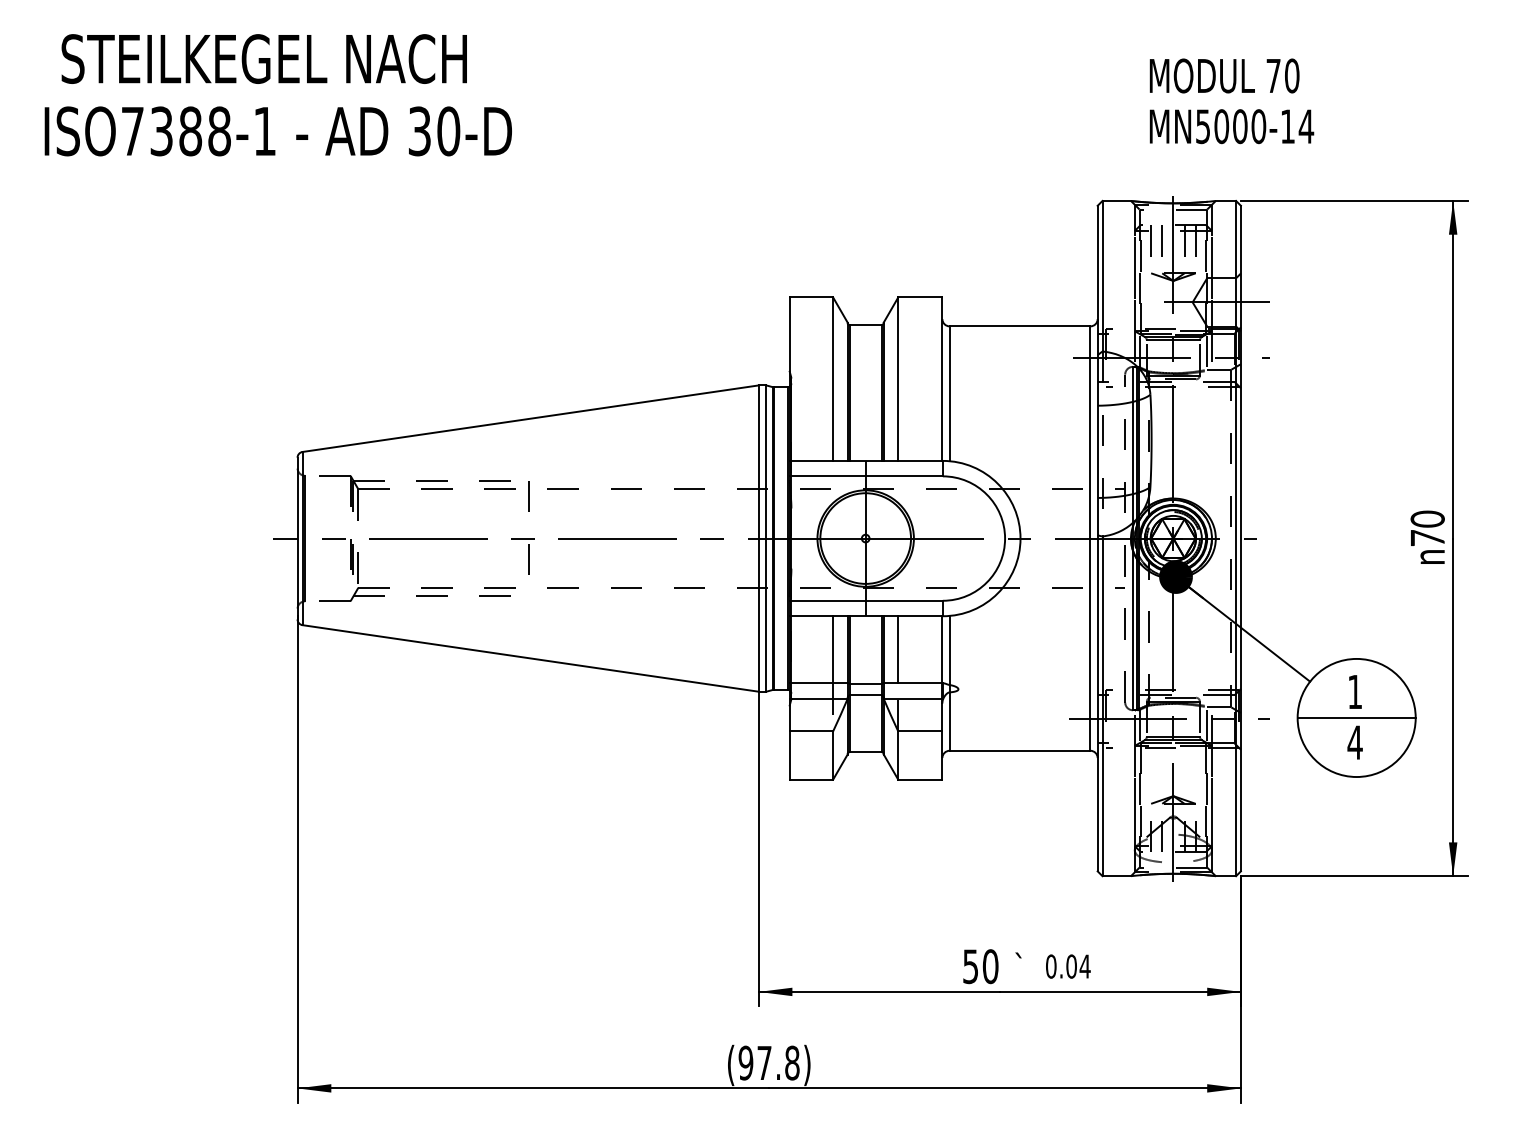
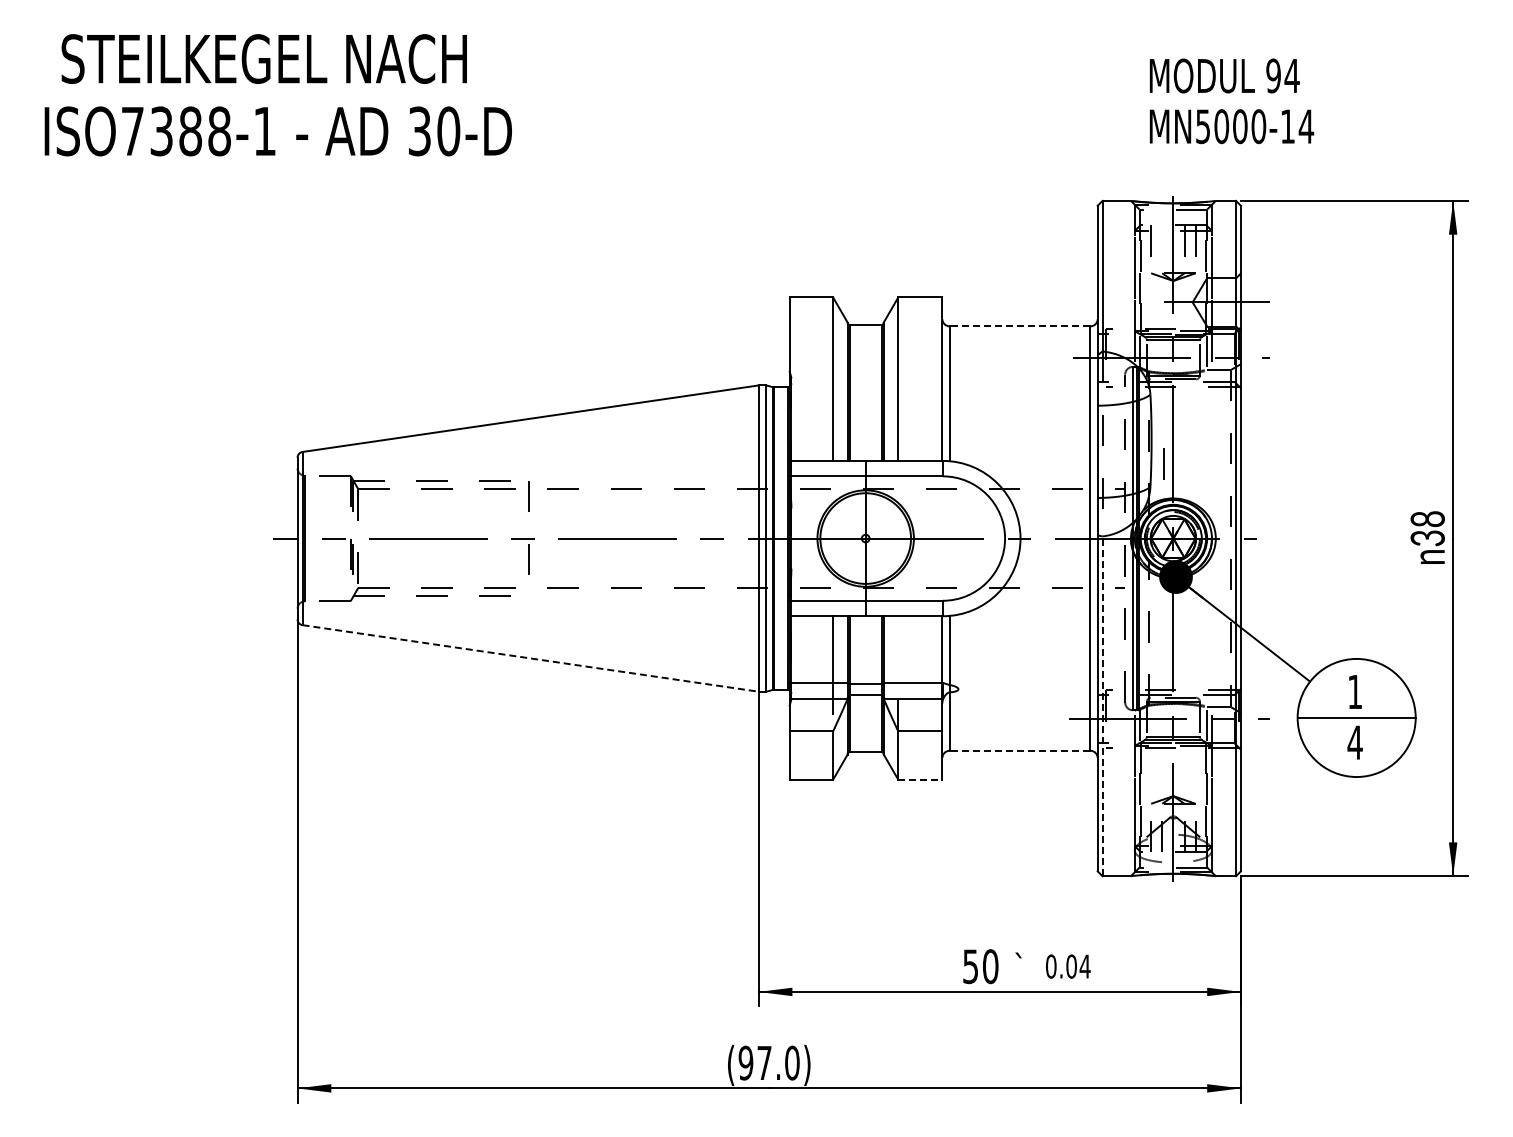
text at (1282, 75): 70 -> 94
line at (1161, 240) position: (1161, 240) -> (1163, 463)
line at (1019, 326): solid -> dashed
text at (1427, 528): 70 -> 38
line at (898, 649): present -> none
line at (531, 658): solid -> dashed
line at (1102, 706): solid -> dashed
line at (1019, 750): solid -> dashed
line at (920, 779): solid -> dashed
text at (792, 1063): (97.8) -> (97.0)
